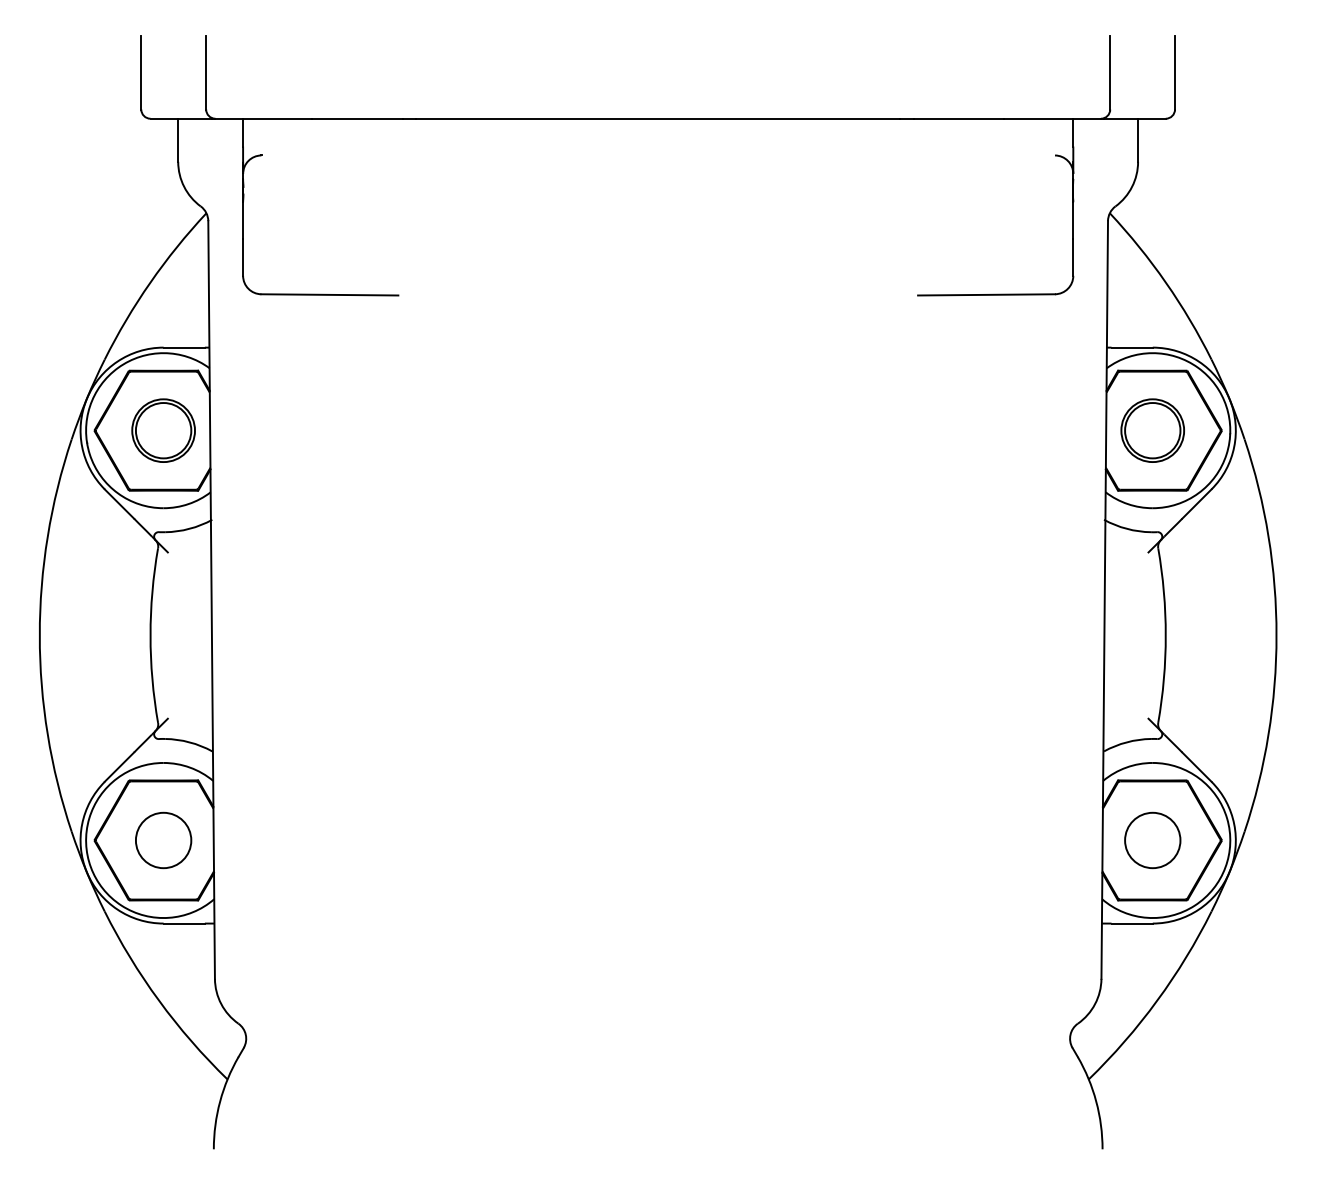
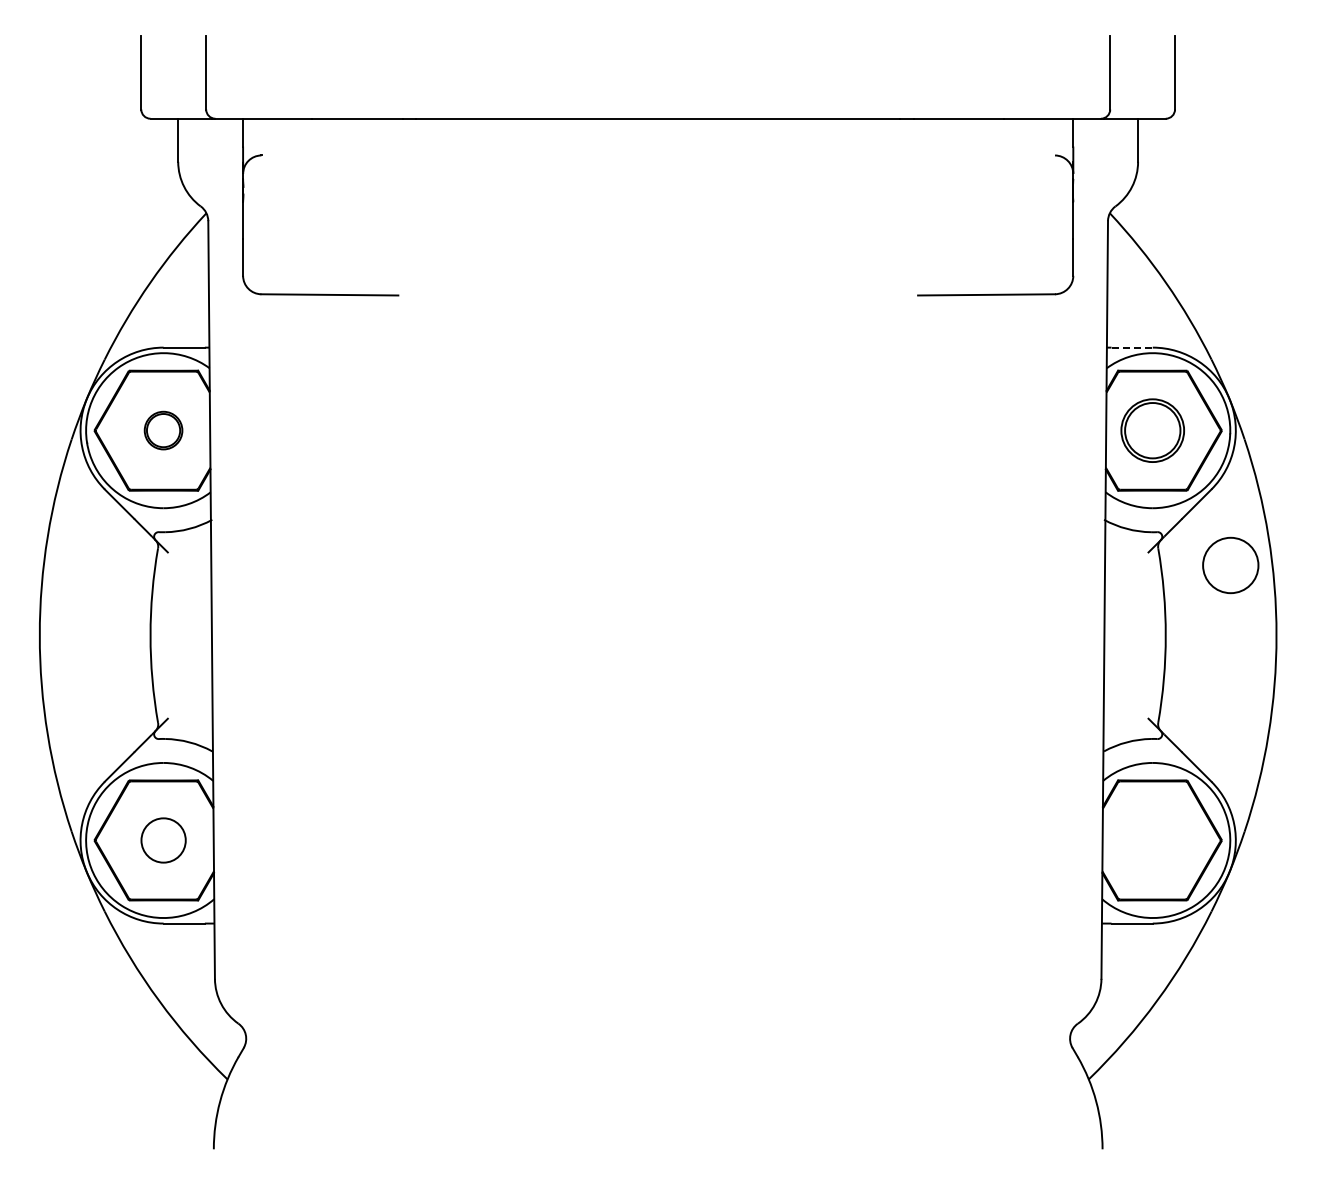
line at (1132, 347): solid -> dashed
part at (163, 430) size: 65x65 px -> 41x41 px
circle at (163, 840) diameter: 55 px -> 44 px
circle at (1152, 840) position: (1152, 840) -> (1230, 565)
